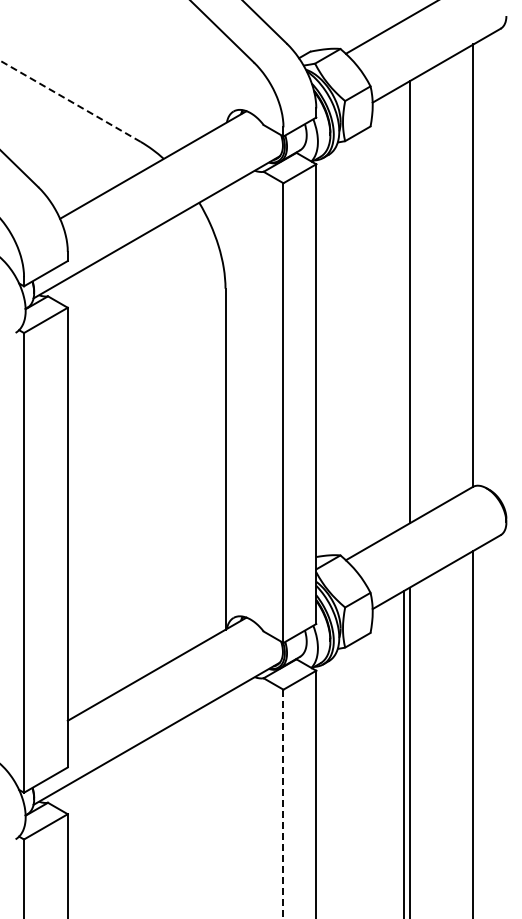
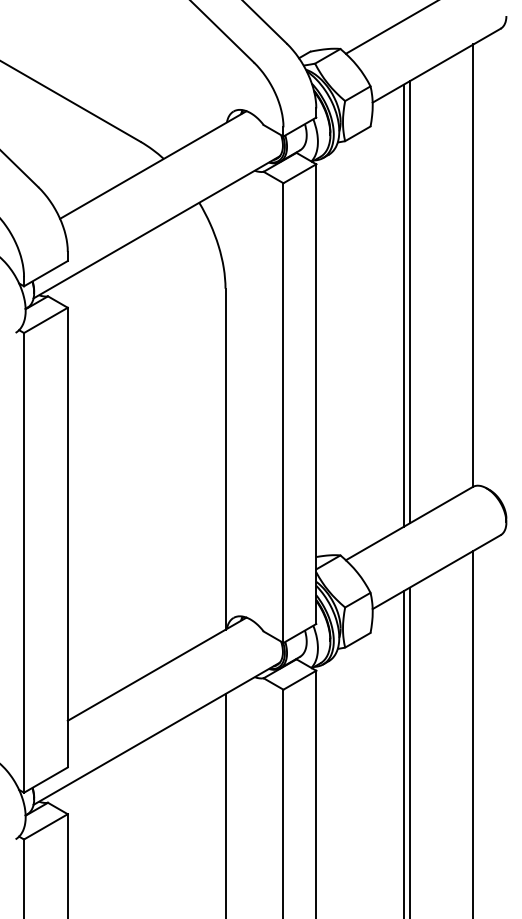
line at (70, 101): dashed -> solid
line at (404, 305): none -> present
line at (225, 804): none -> present
line at (283, 804): dashed -> solid
